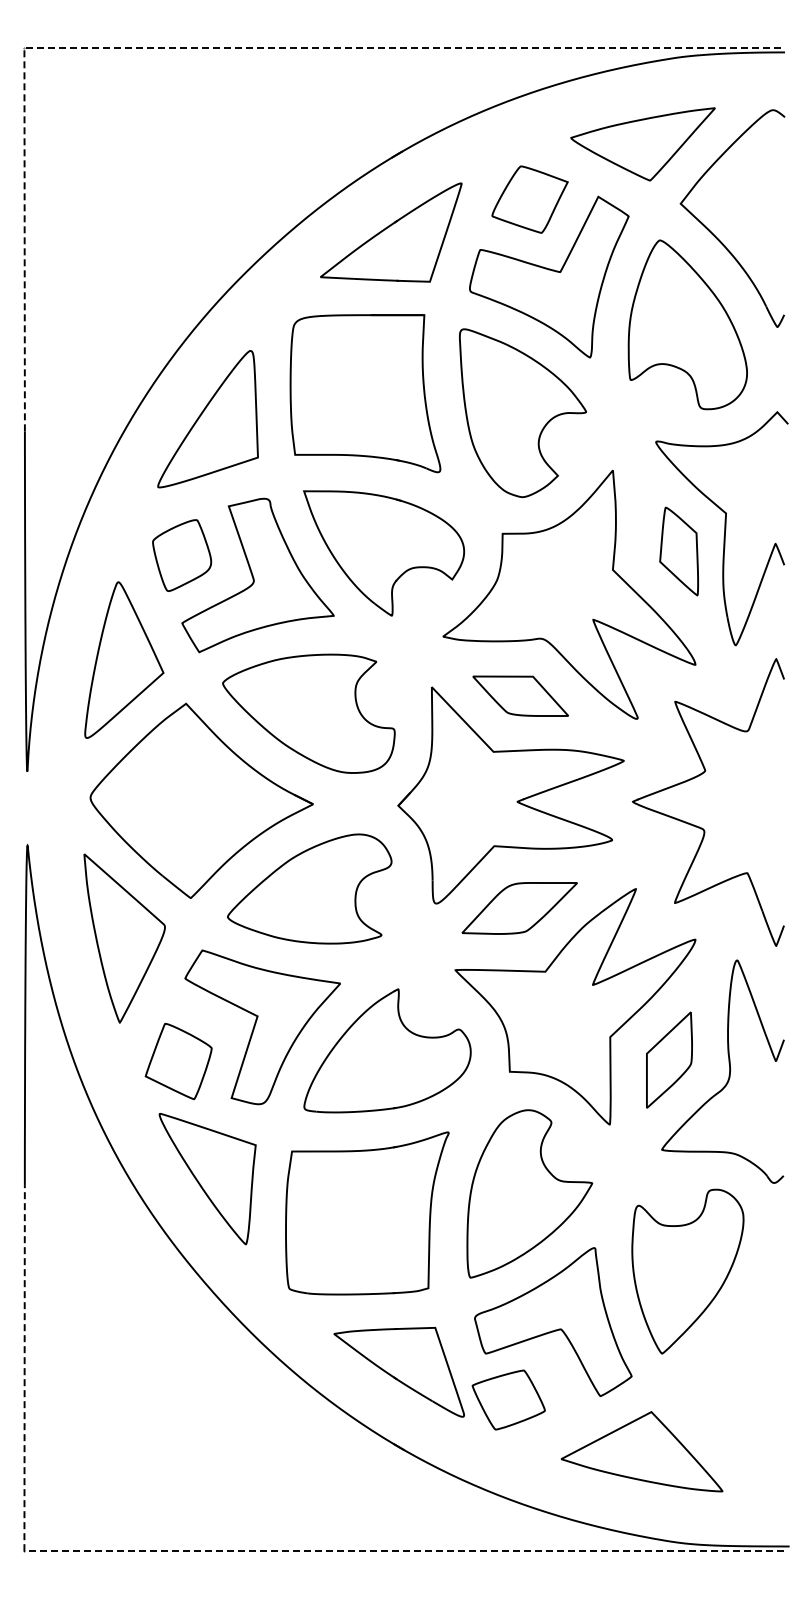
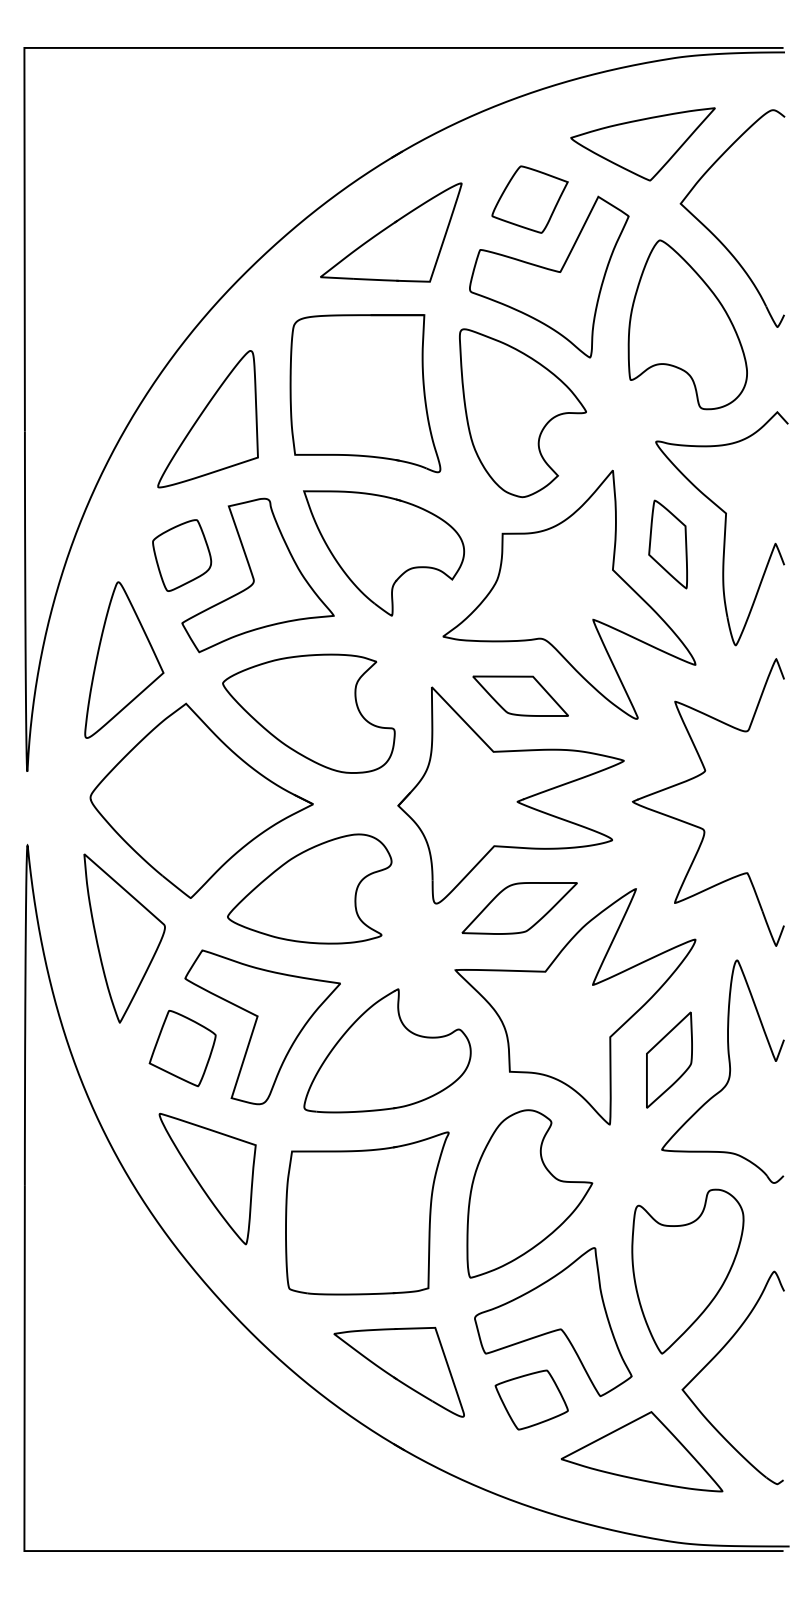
line at (211, 47): dashed -> solid
part at (678, 551) position: (678, 551) -> (667, 544)
part at (178, 1061) position: (178, 1061) -> (182, 1048)
part at (714, 1358): none -> present
part at (508, 1399) position: (508, 1399) -> (531, 1399)
line at (220, 1551): dashed -> solid
